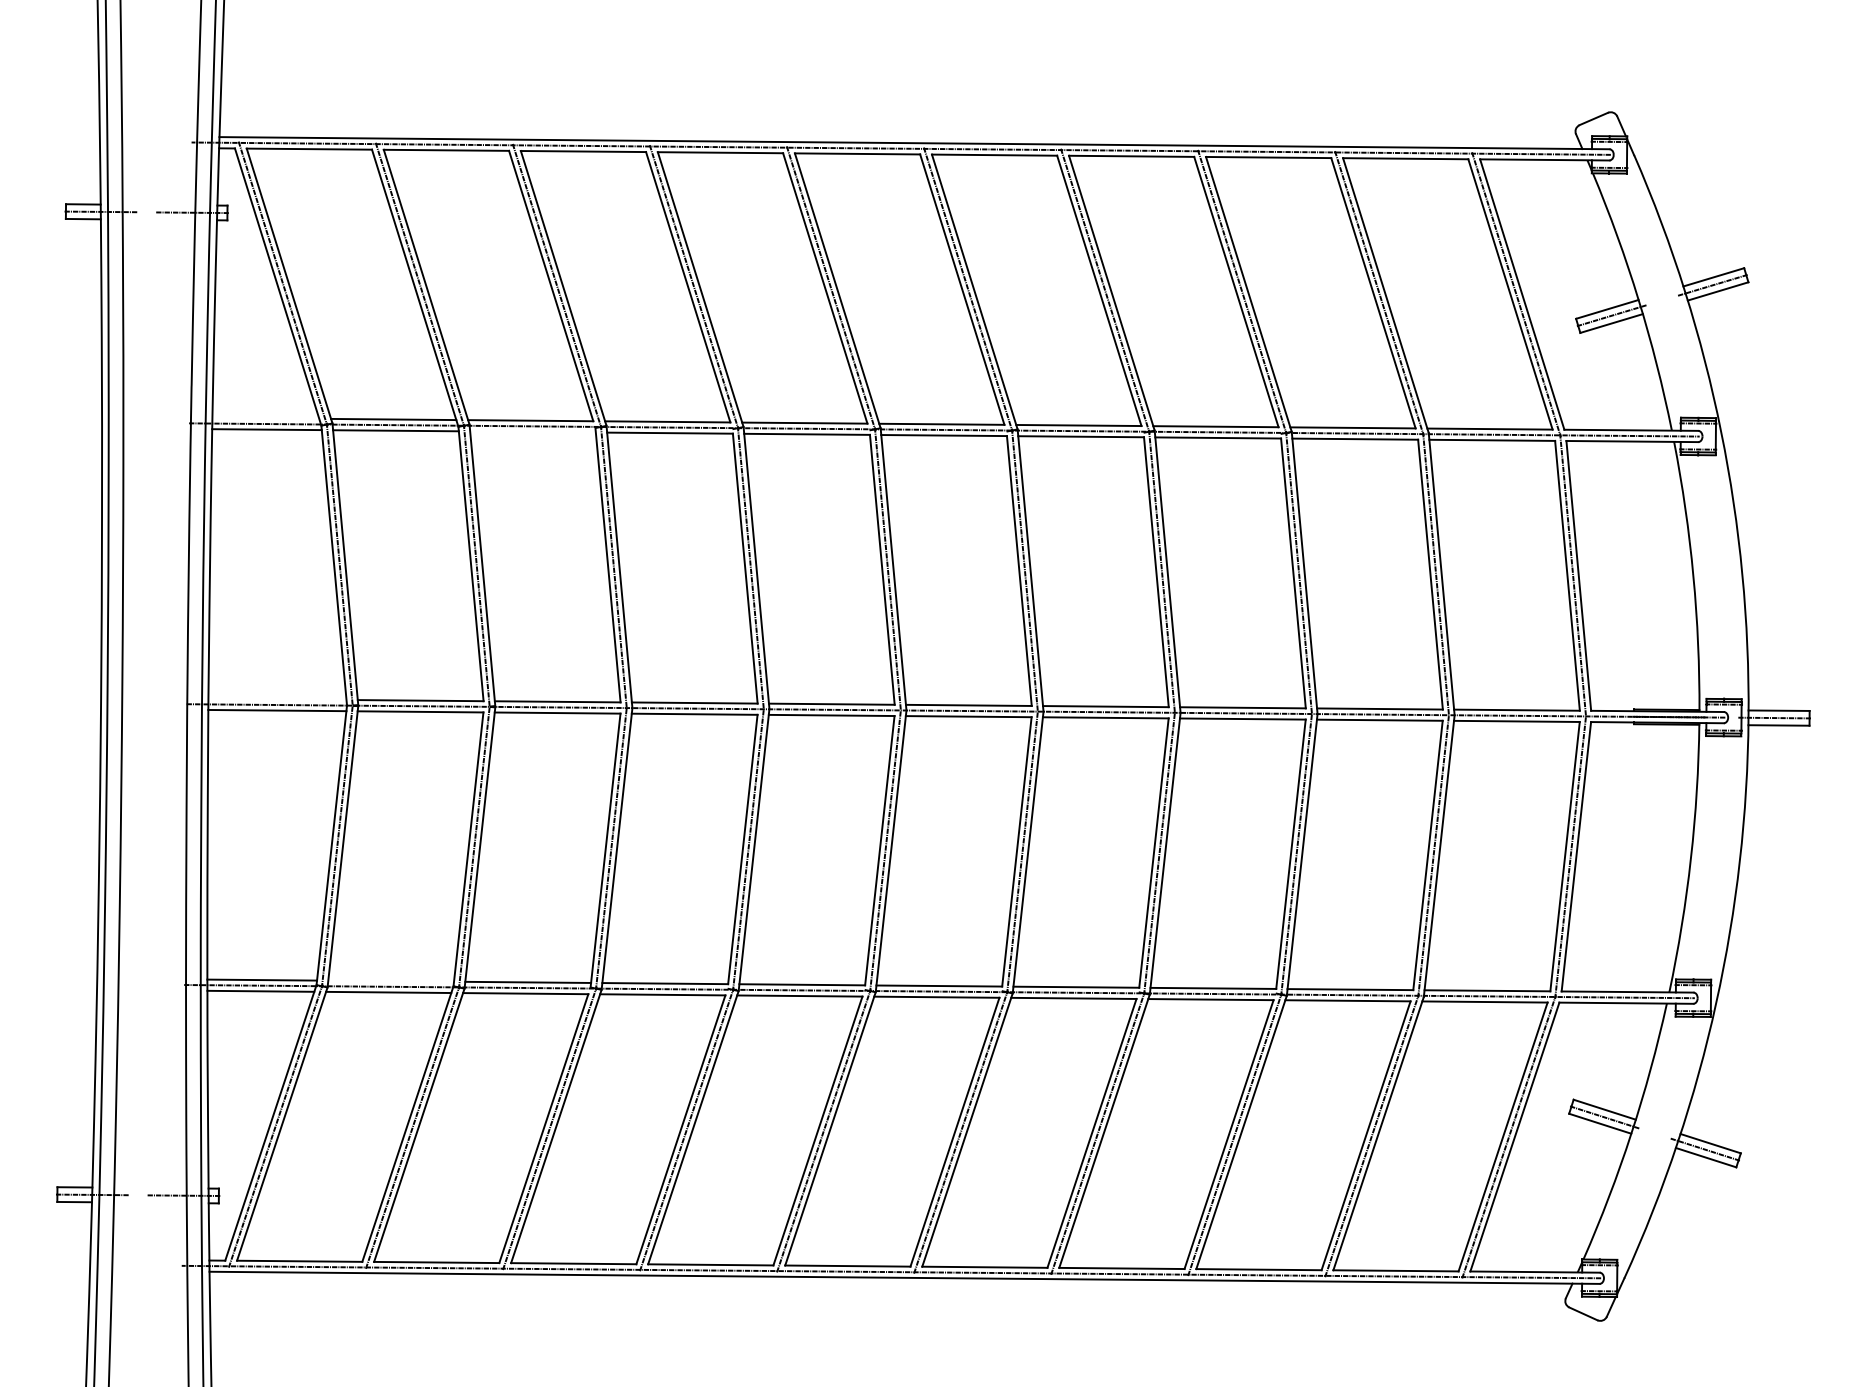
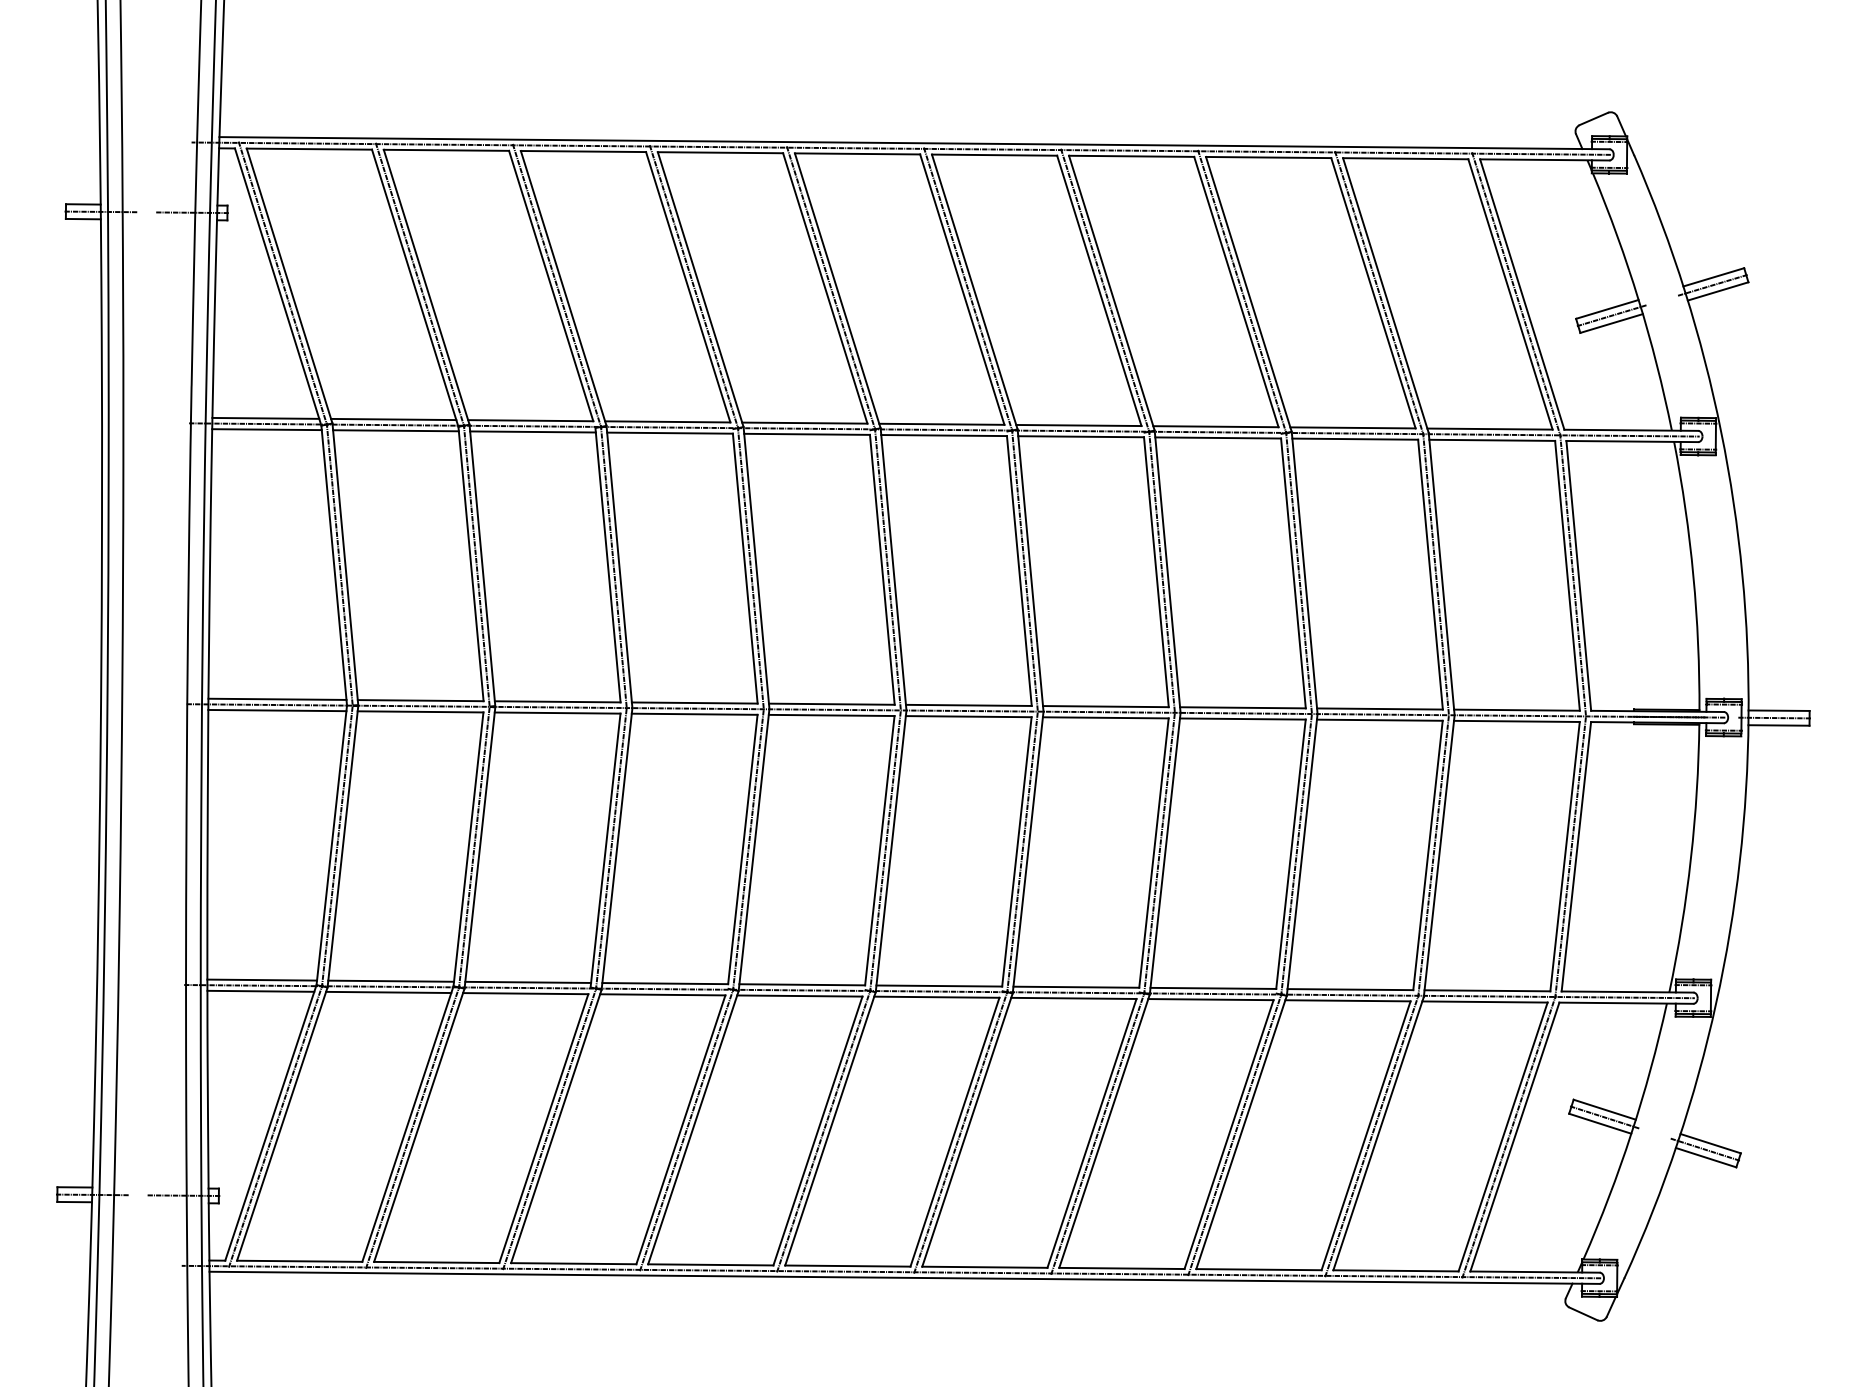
line at (265, 417): none -> present
line at (532, 431): none -> present
line at (277, 698): none -> present
line at (391, 980): none -> present
